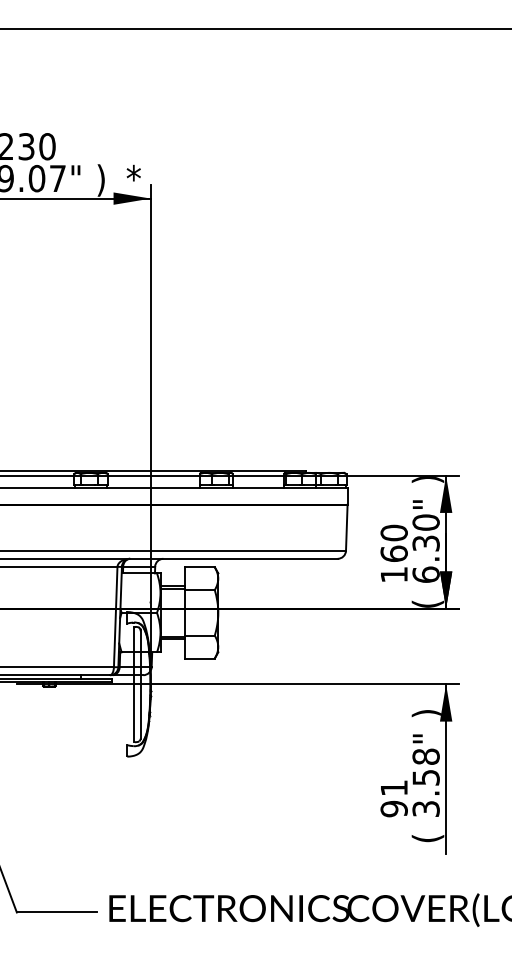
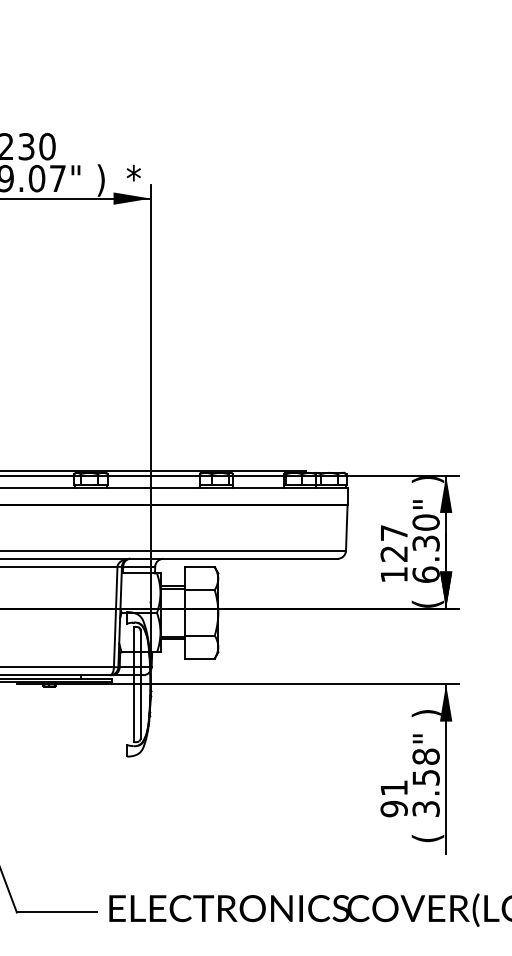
line at (255, 28): present -> none
text at (393, 542): 160 -> 127
